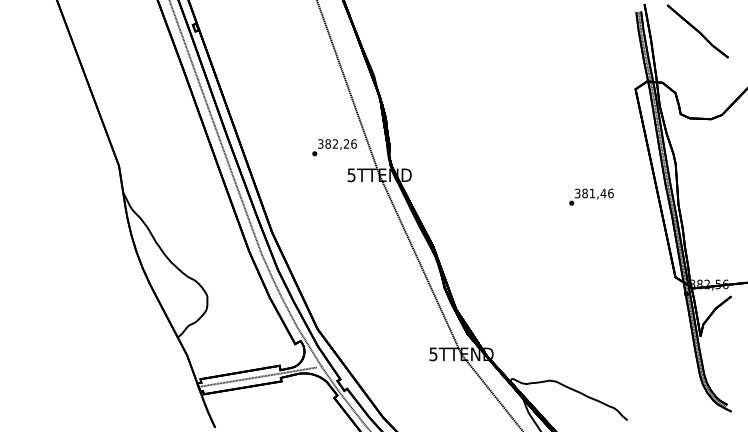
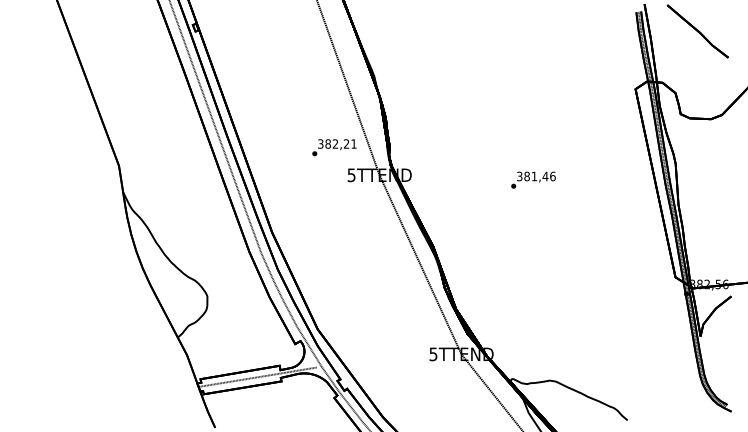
text at (353, 143): 382,26 -> 382,21
text at (591, 196) position: (591, 196) -> (533, 179)
